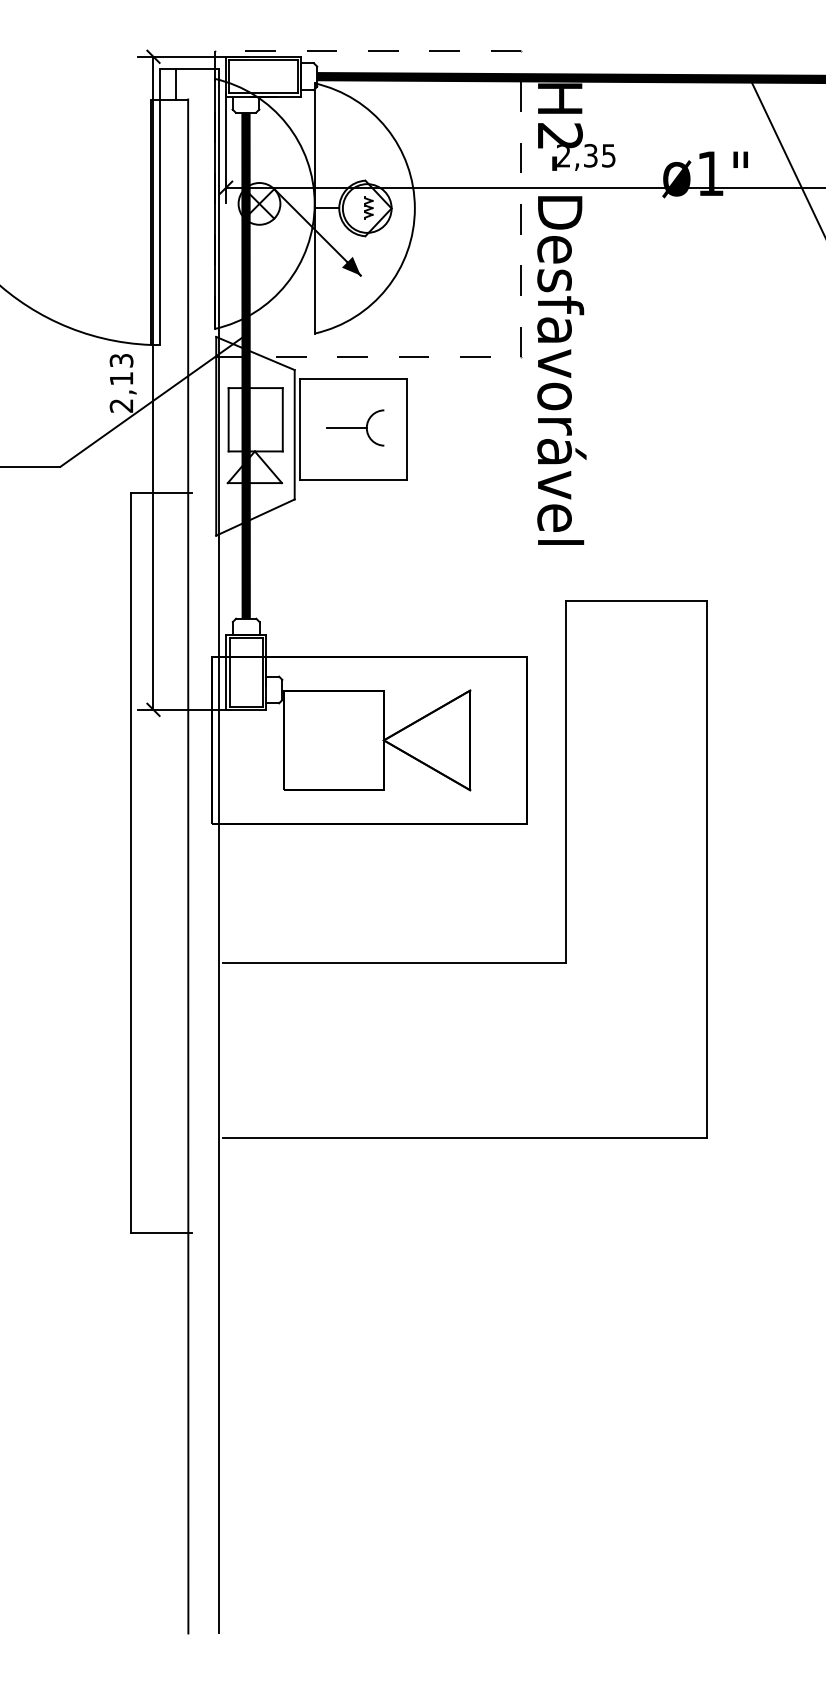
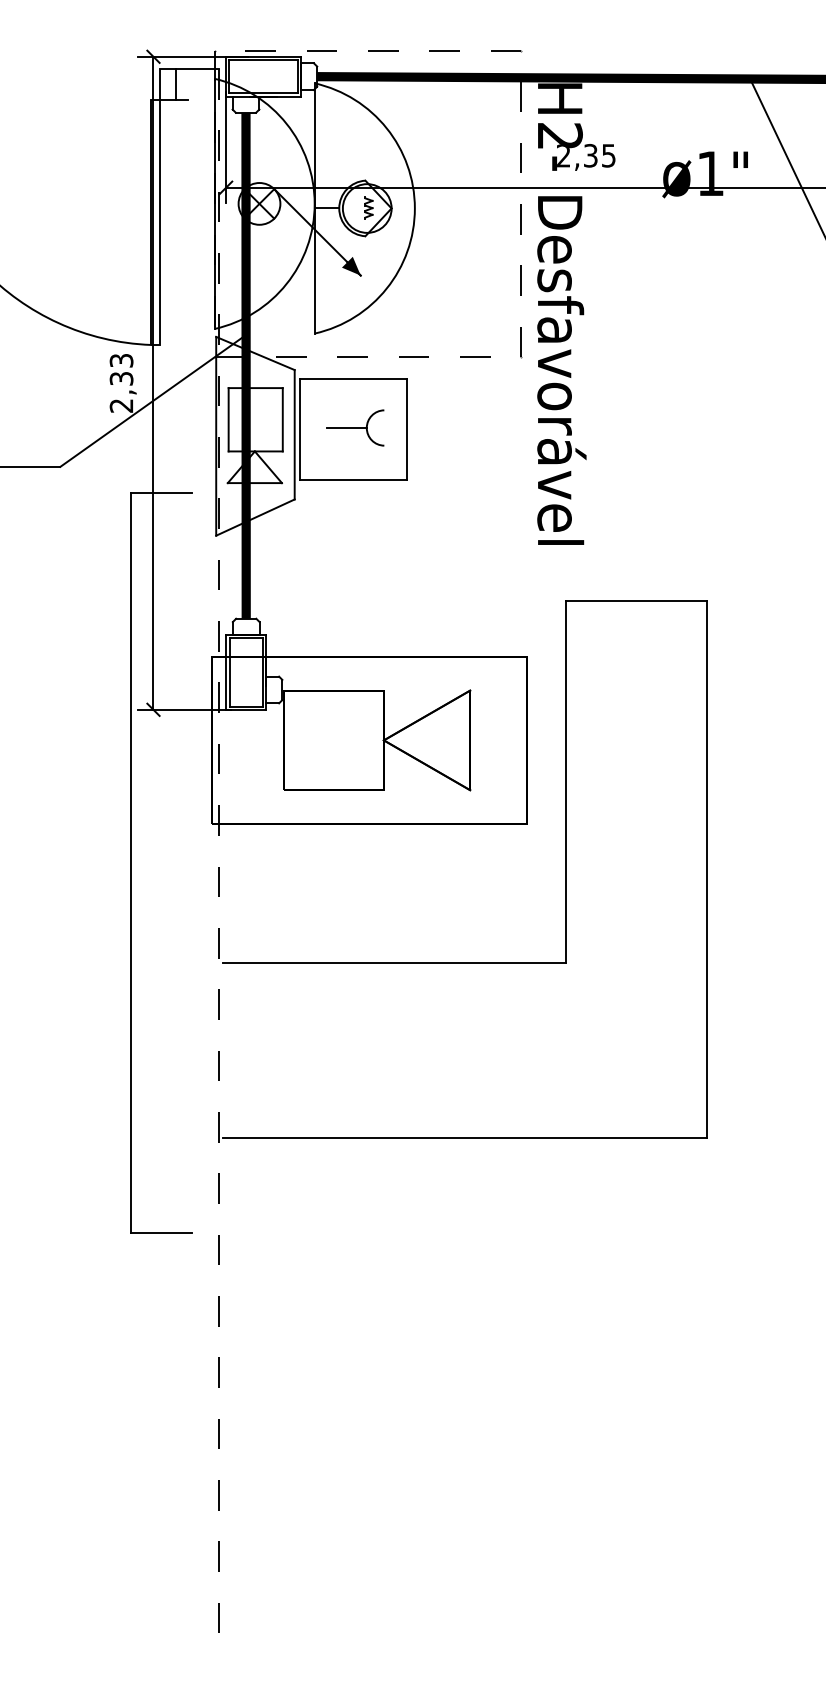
text at (121, 378): 2,13 -> 2,33
line at (219, 851): solid -> dashed
line at (188, 866): present -> none
